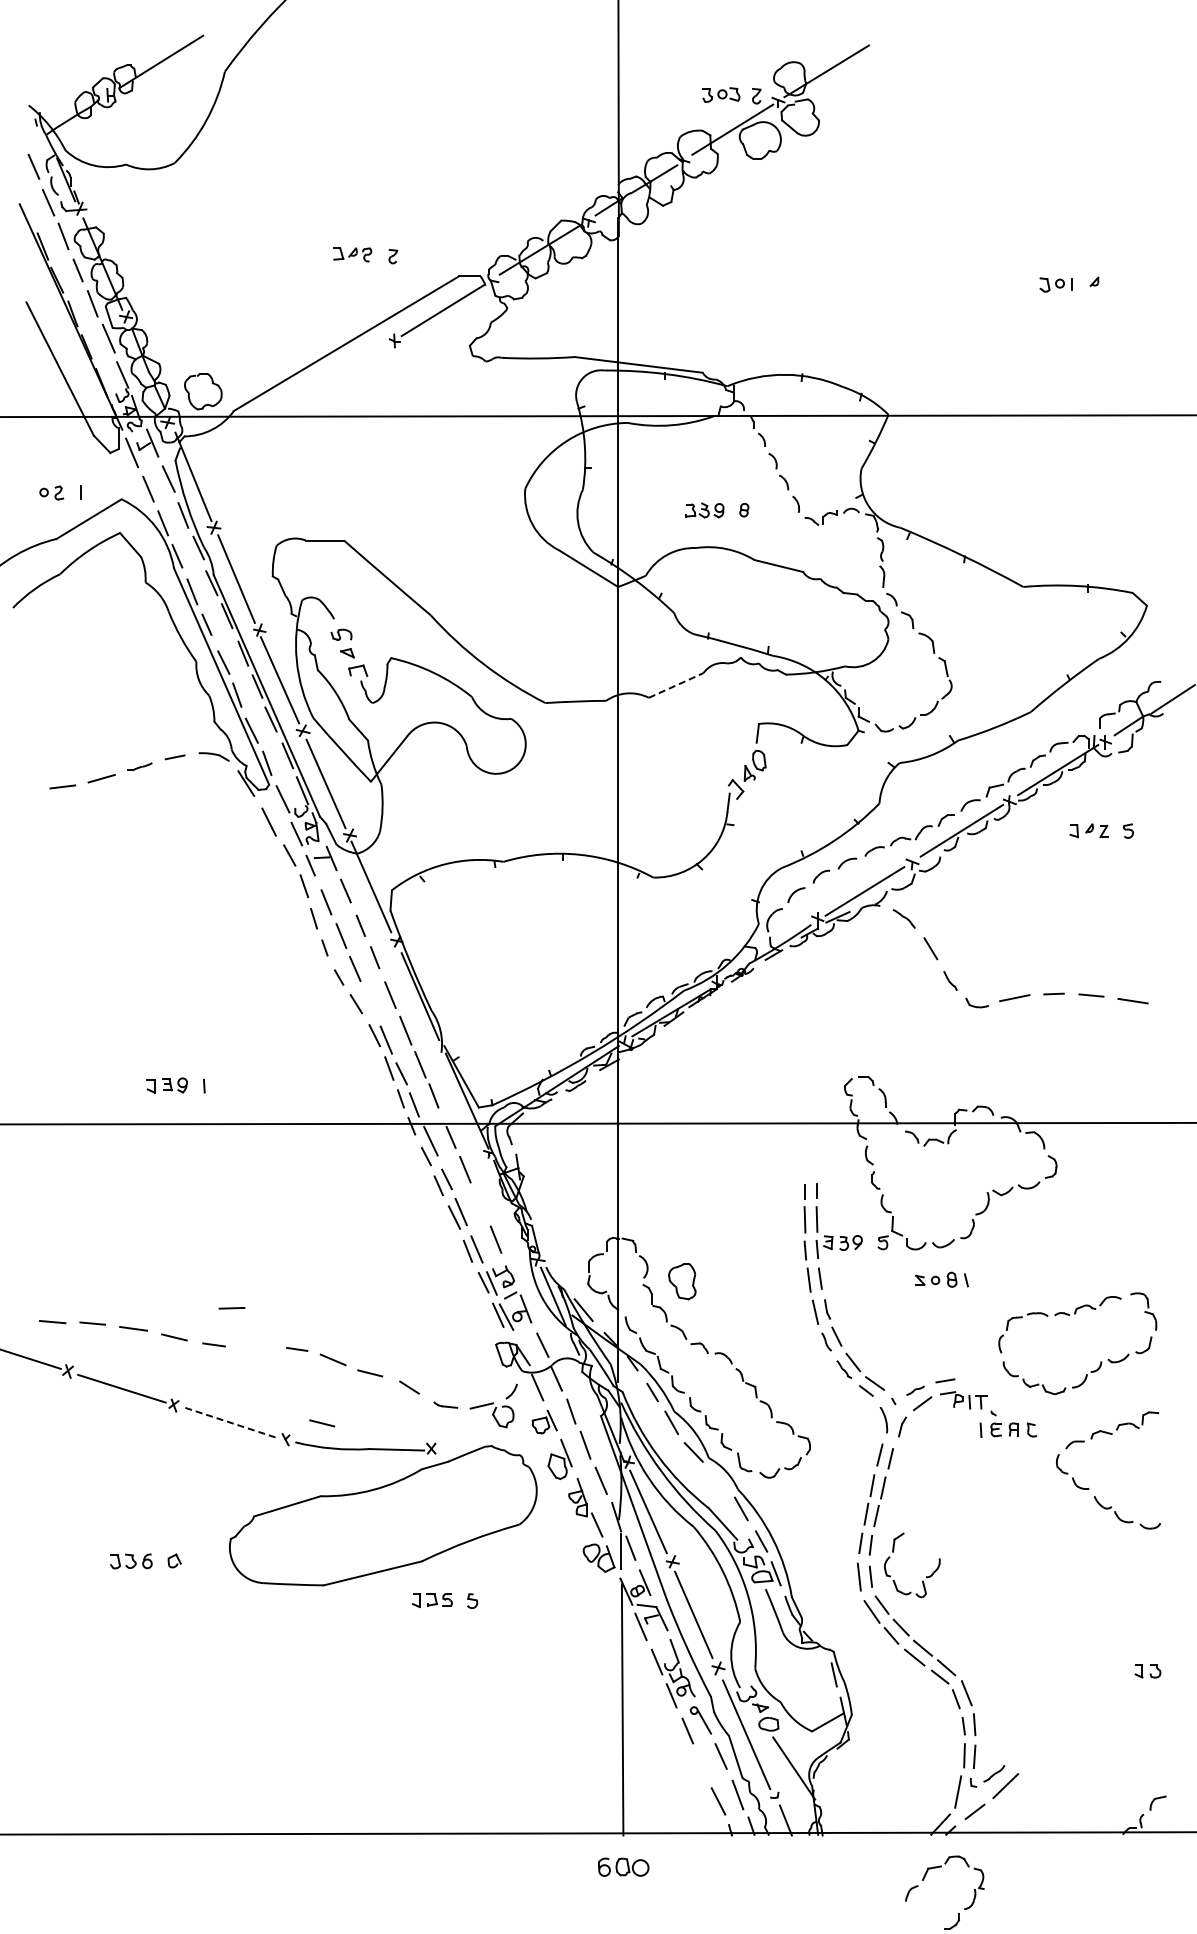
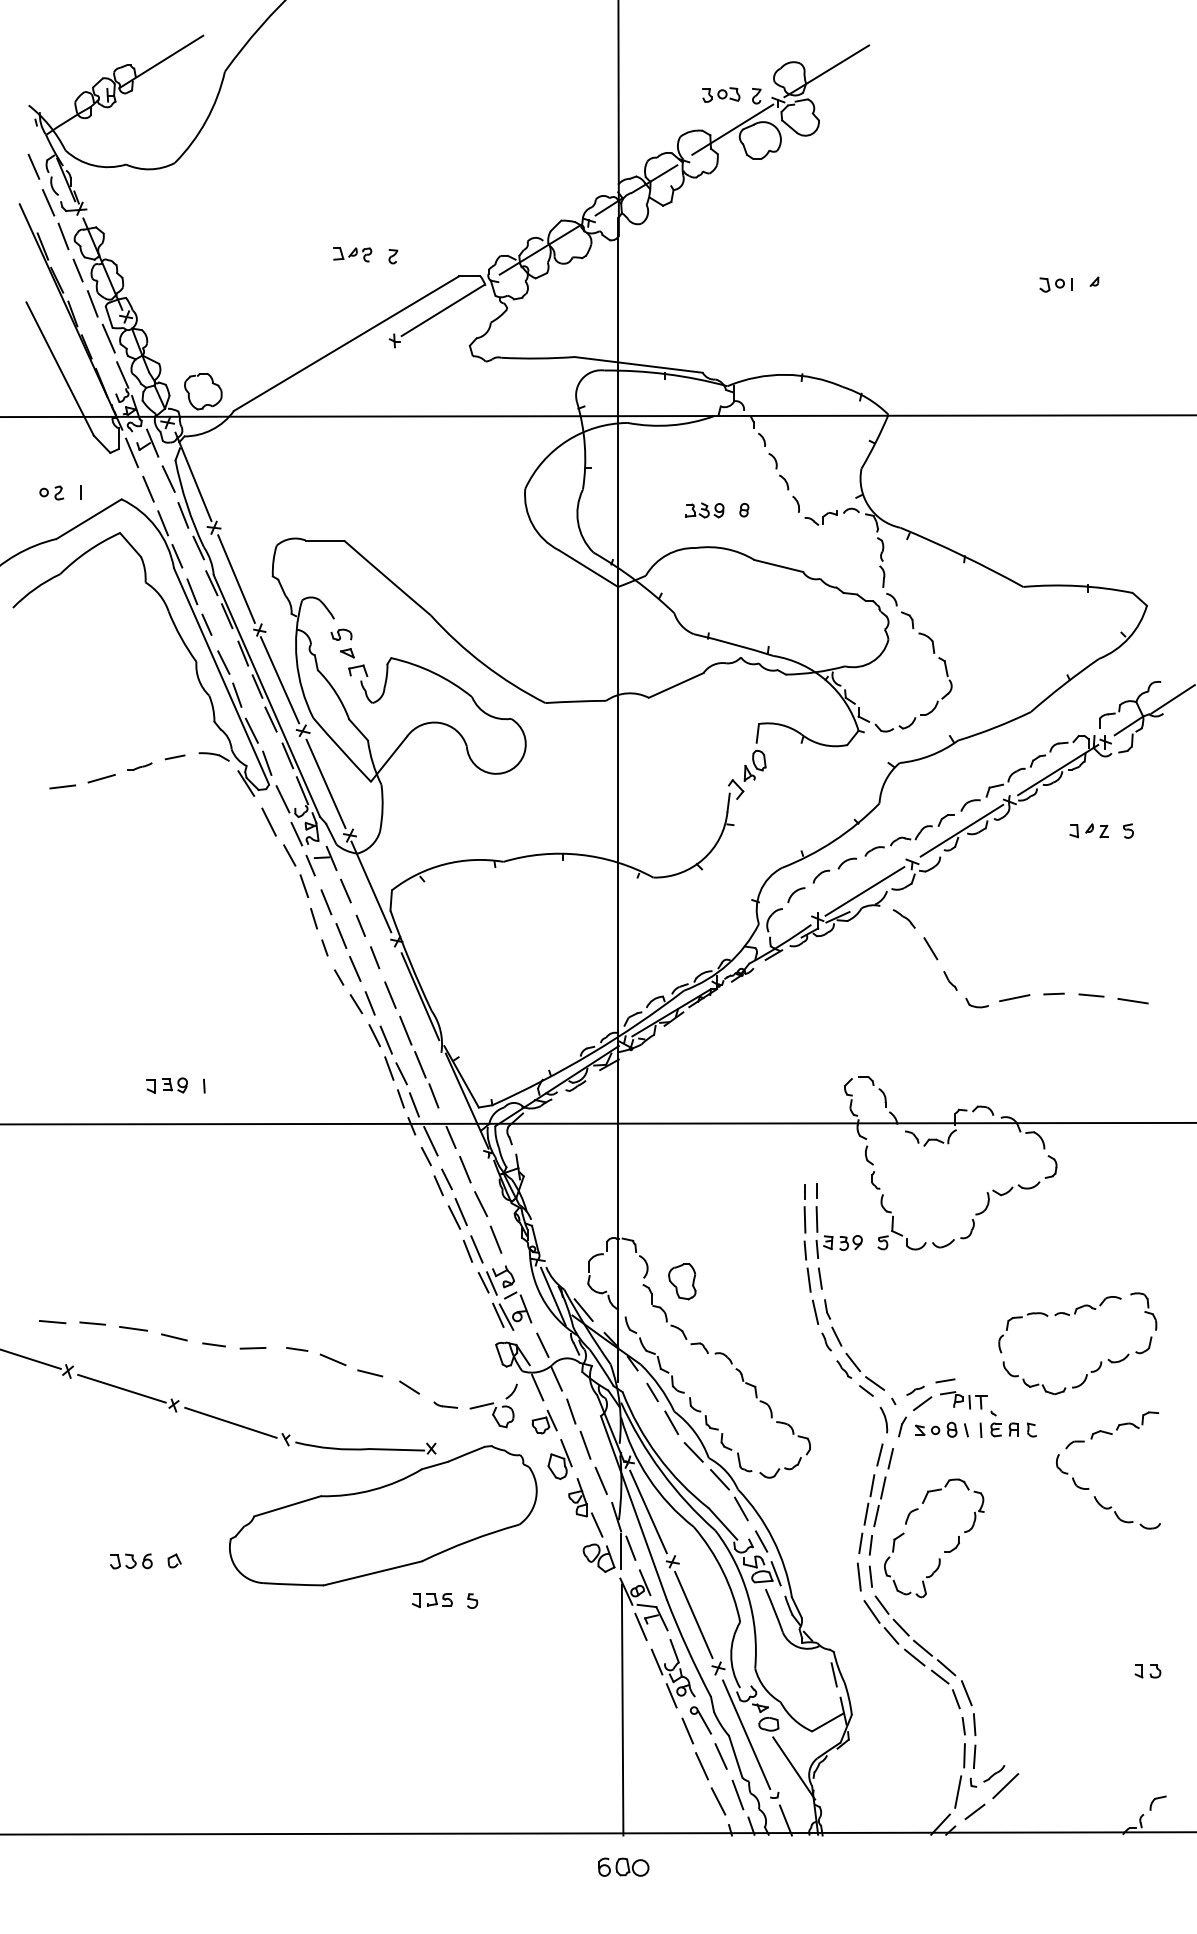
line at (676, 685): dashed -> solid
line at (369, 1003): none -> present
line at (481, 1204): none -> present
part at (941, 1279) position: (941, 1279) -> (941, 1429)
line at (231, 1308) position: (231, 1308) -> (252, 1348)
line at (231, 1422): dashed -> solid
line at (322, 1423): present -> none
line at (720, 1479): none -> present
line at (702, 1766): none -> present
part at (924, 1879) position: (924, 1879) -> (924, 1502)
